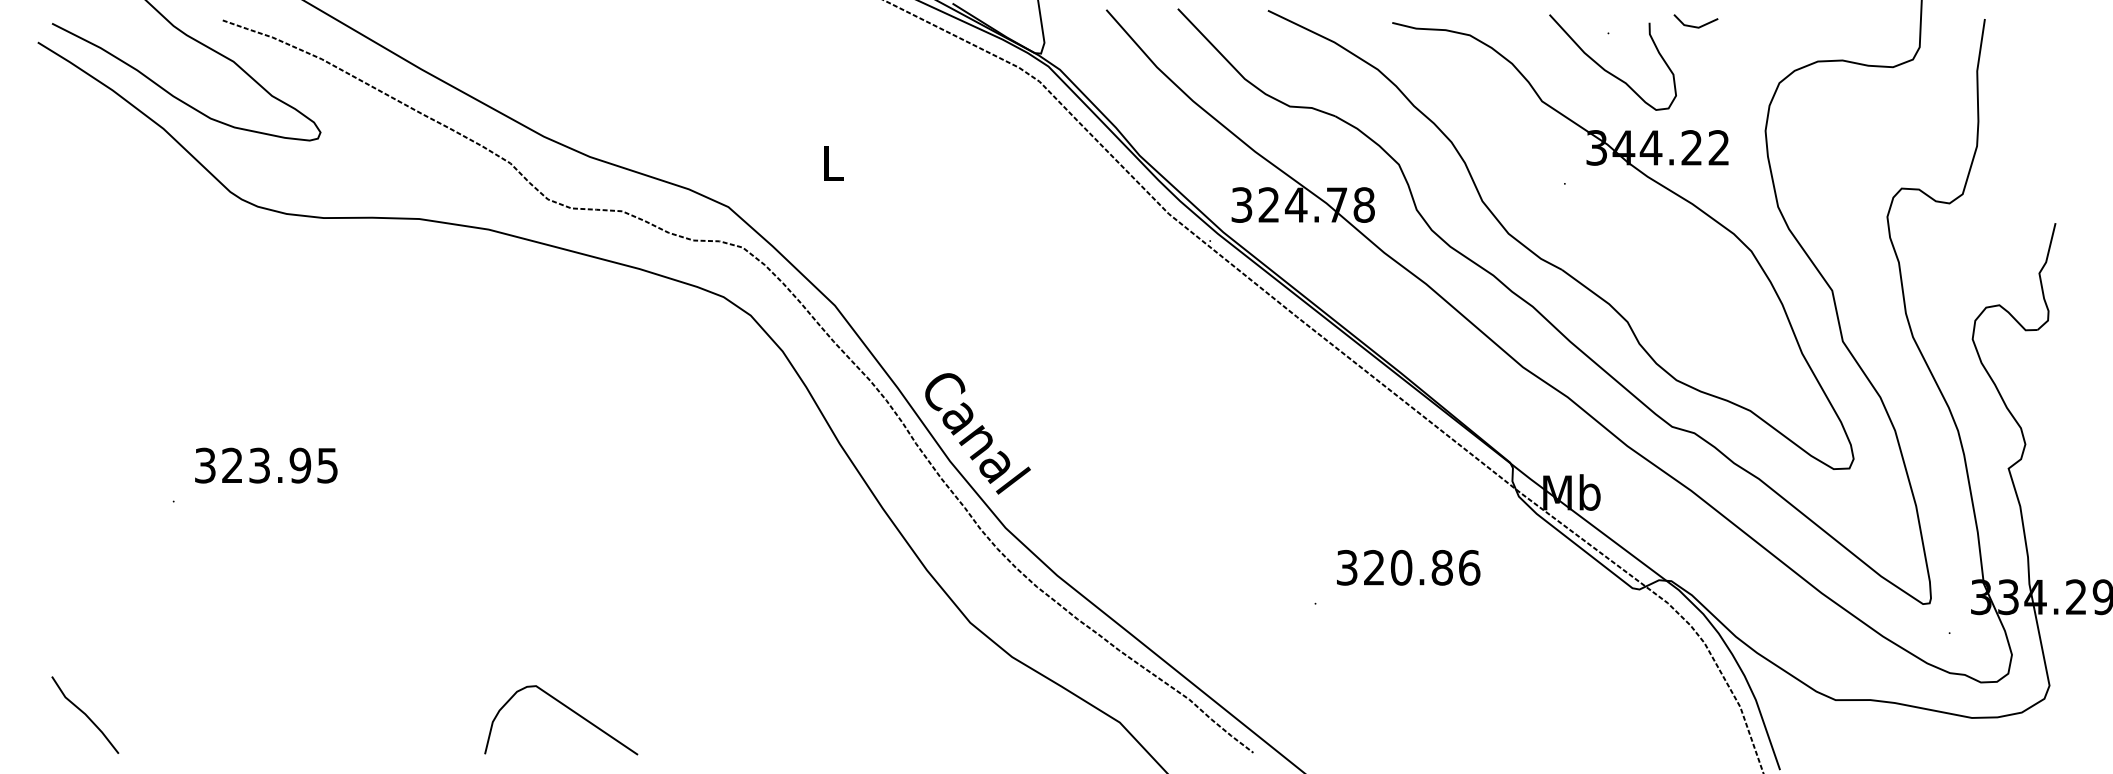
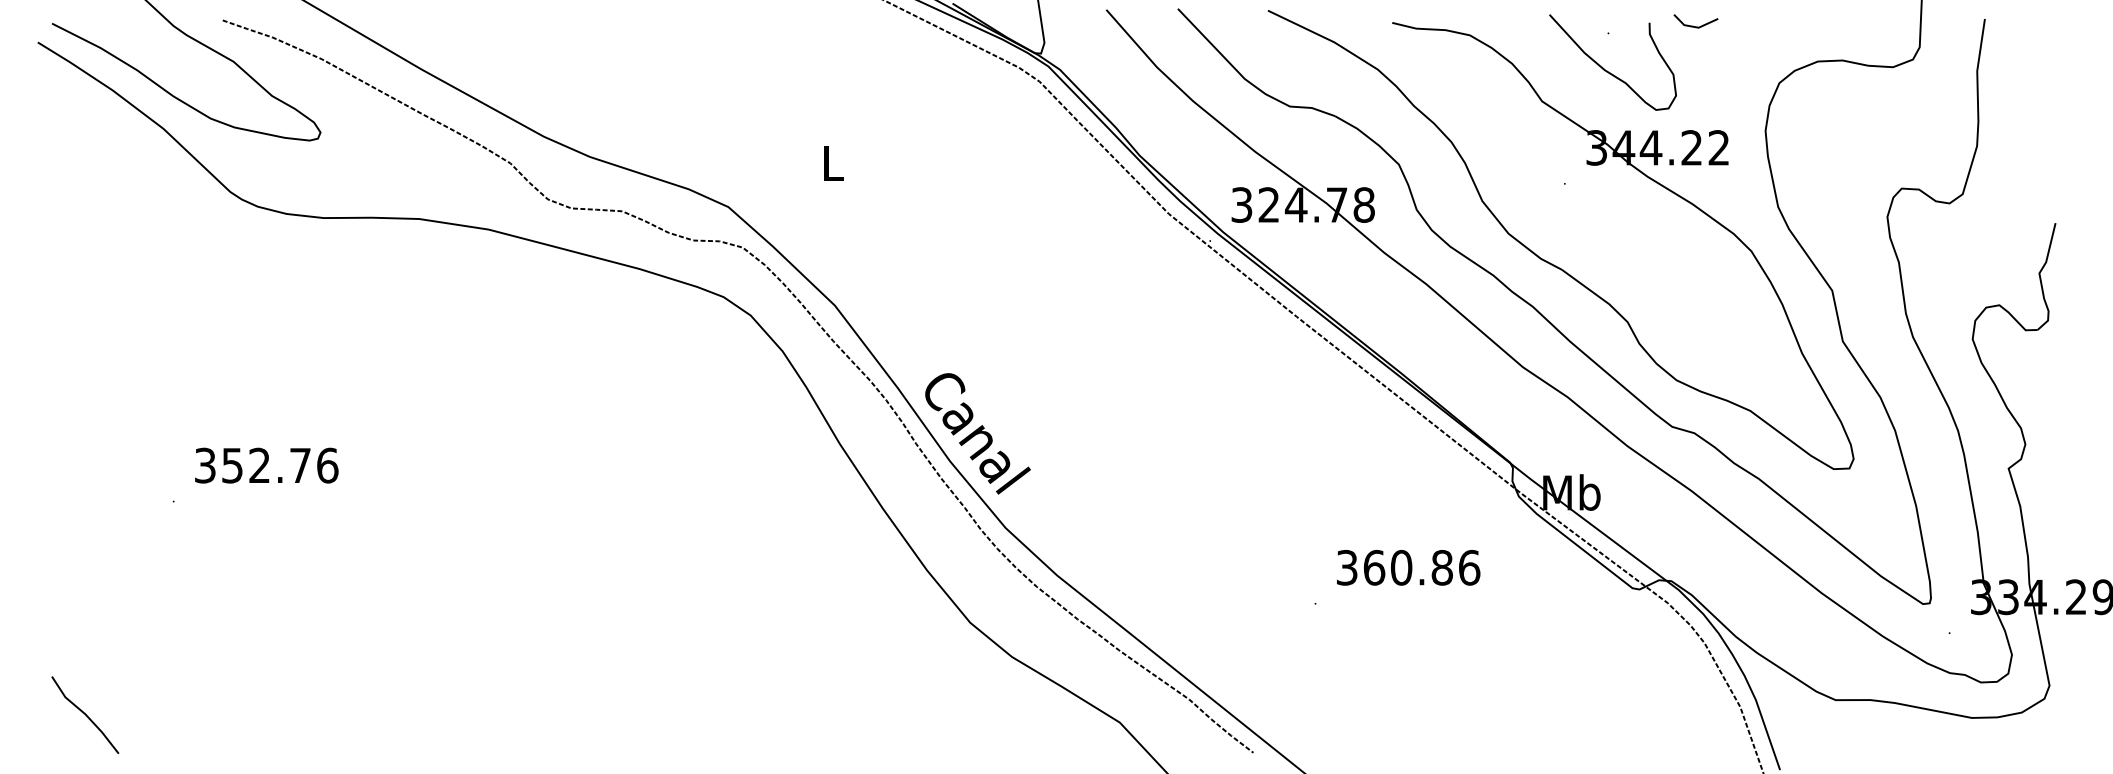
text at (280, 465): 323.95 -> 352.76
text at (1374, 567): 320.86 -> 360.86
curve at (568, 709): present -> none
